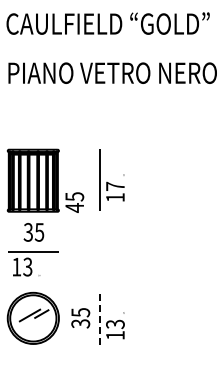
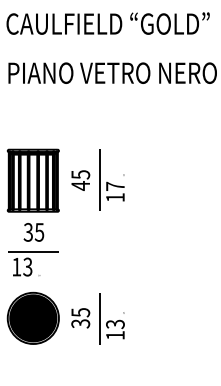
text at (74, 202) position: (74, 202) -> (80, 180)
fill at (33, 318): none -> present
line at (100, 318): dashed -> solid
